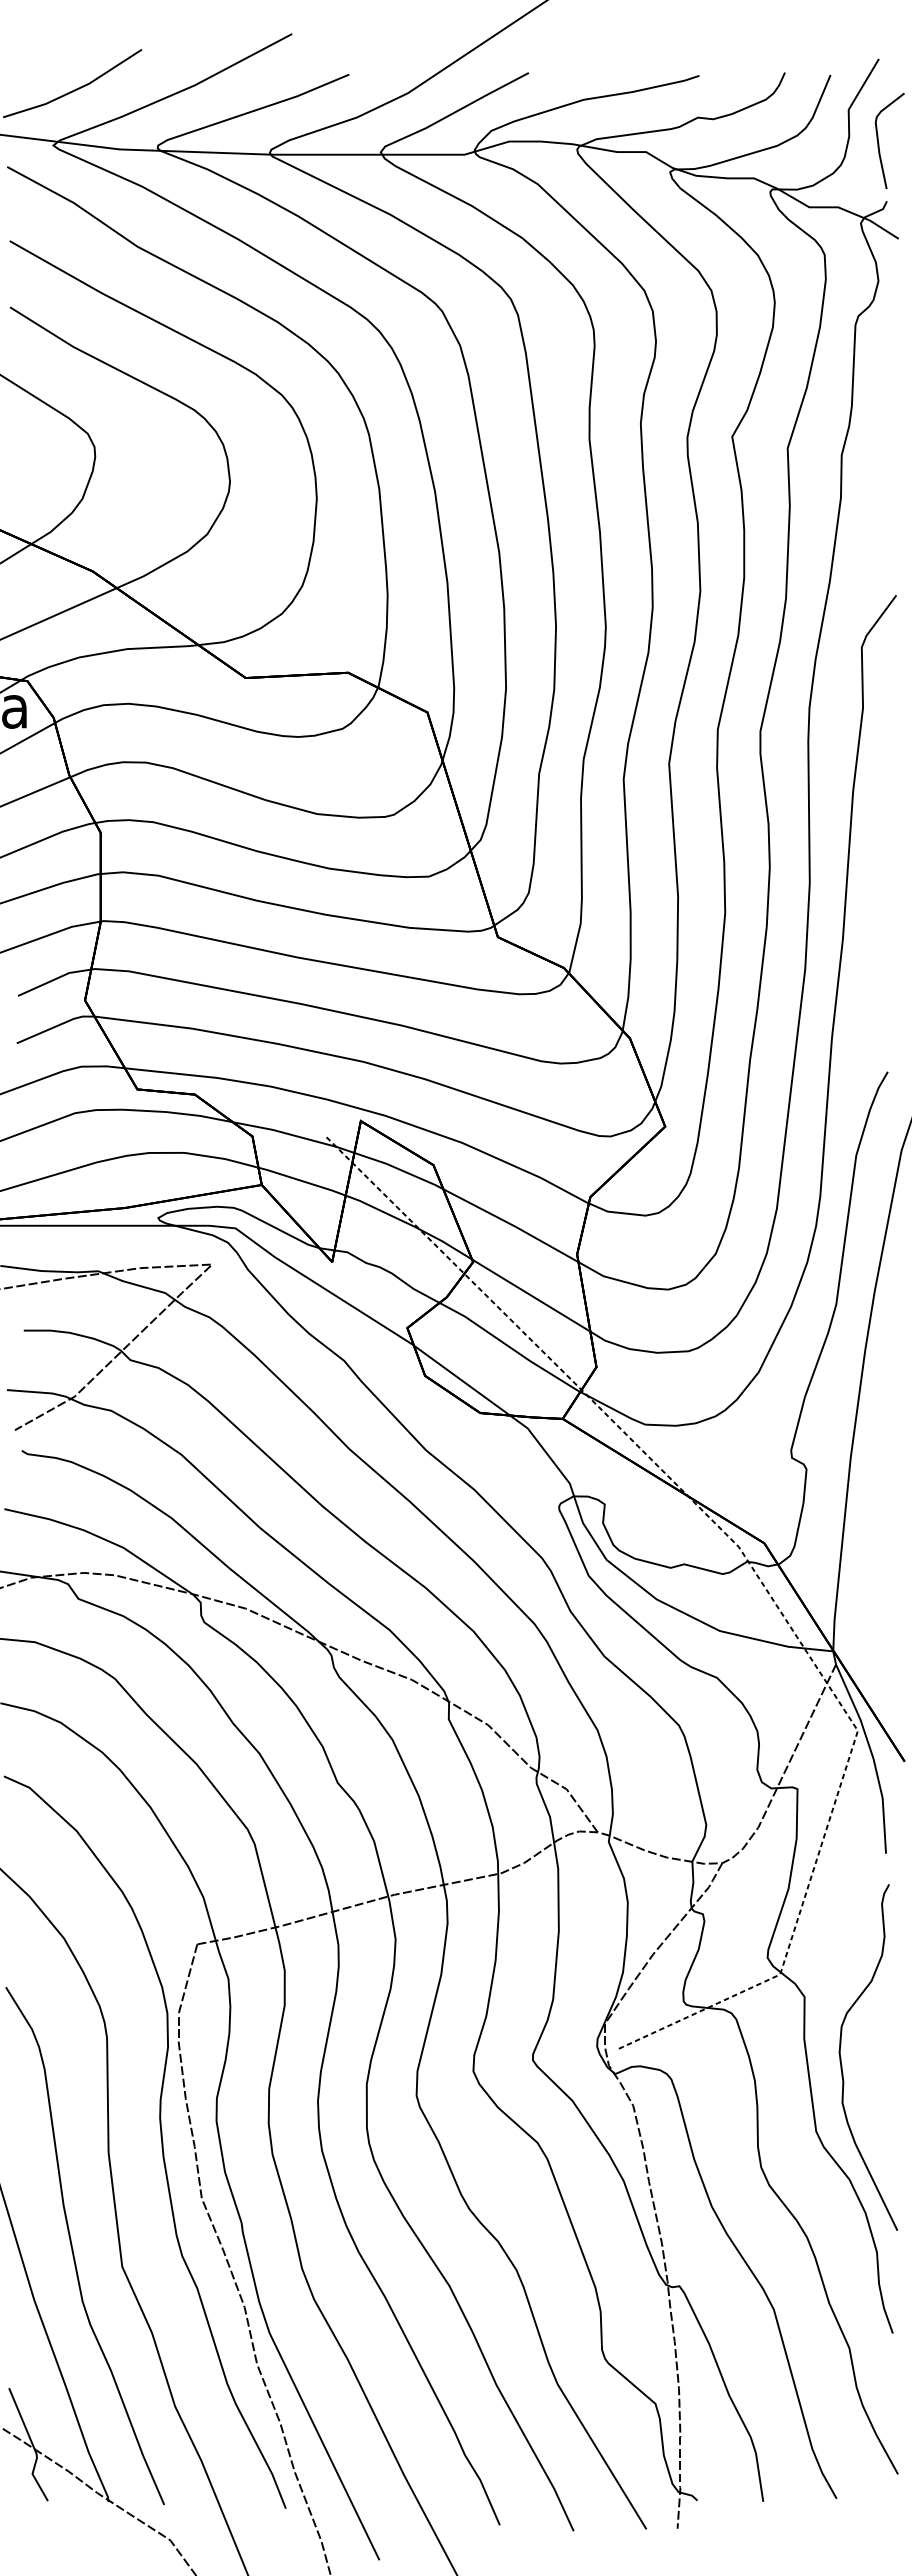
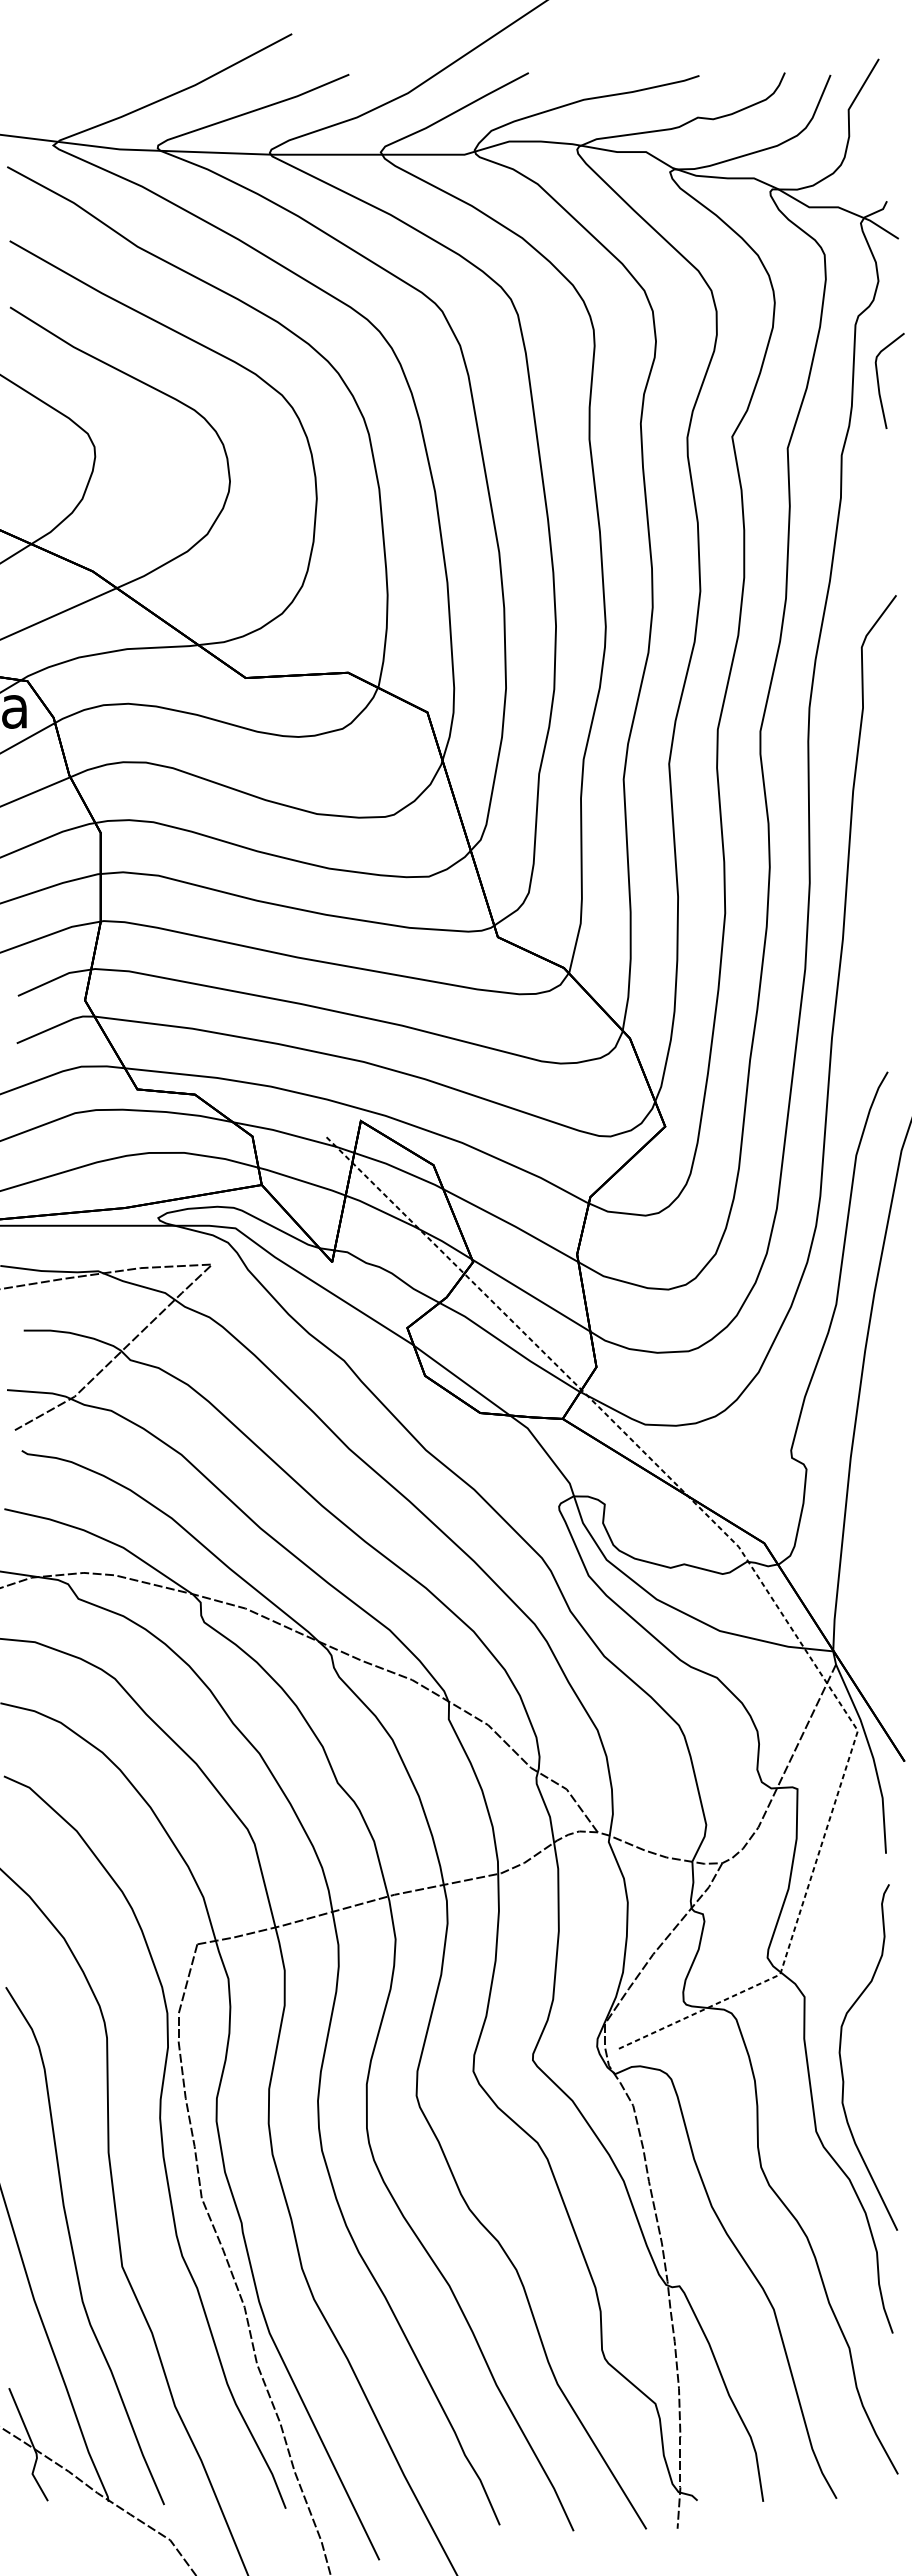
line at (74, 89): present -> none
curve at (879, 143) position: (879, 143) -> (879, 383)
